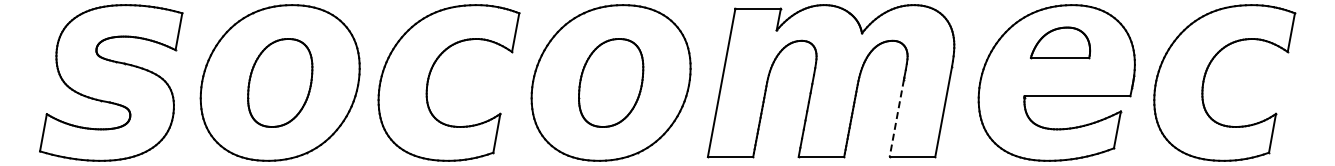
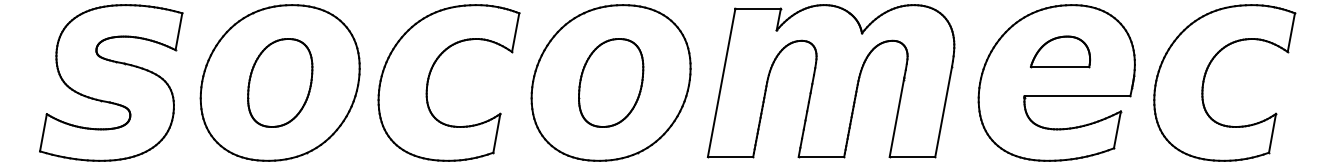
part at (1060, 42) position: (1060, 42) -> (1060, 51)
line at (896, 118): dashed -> solid
